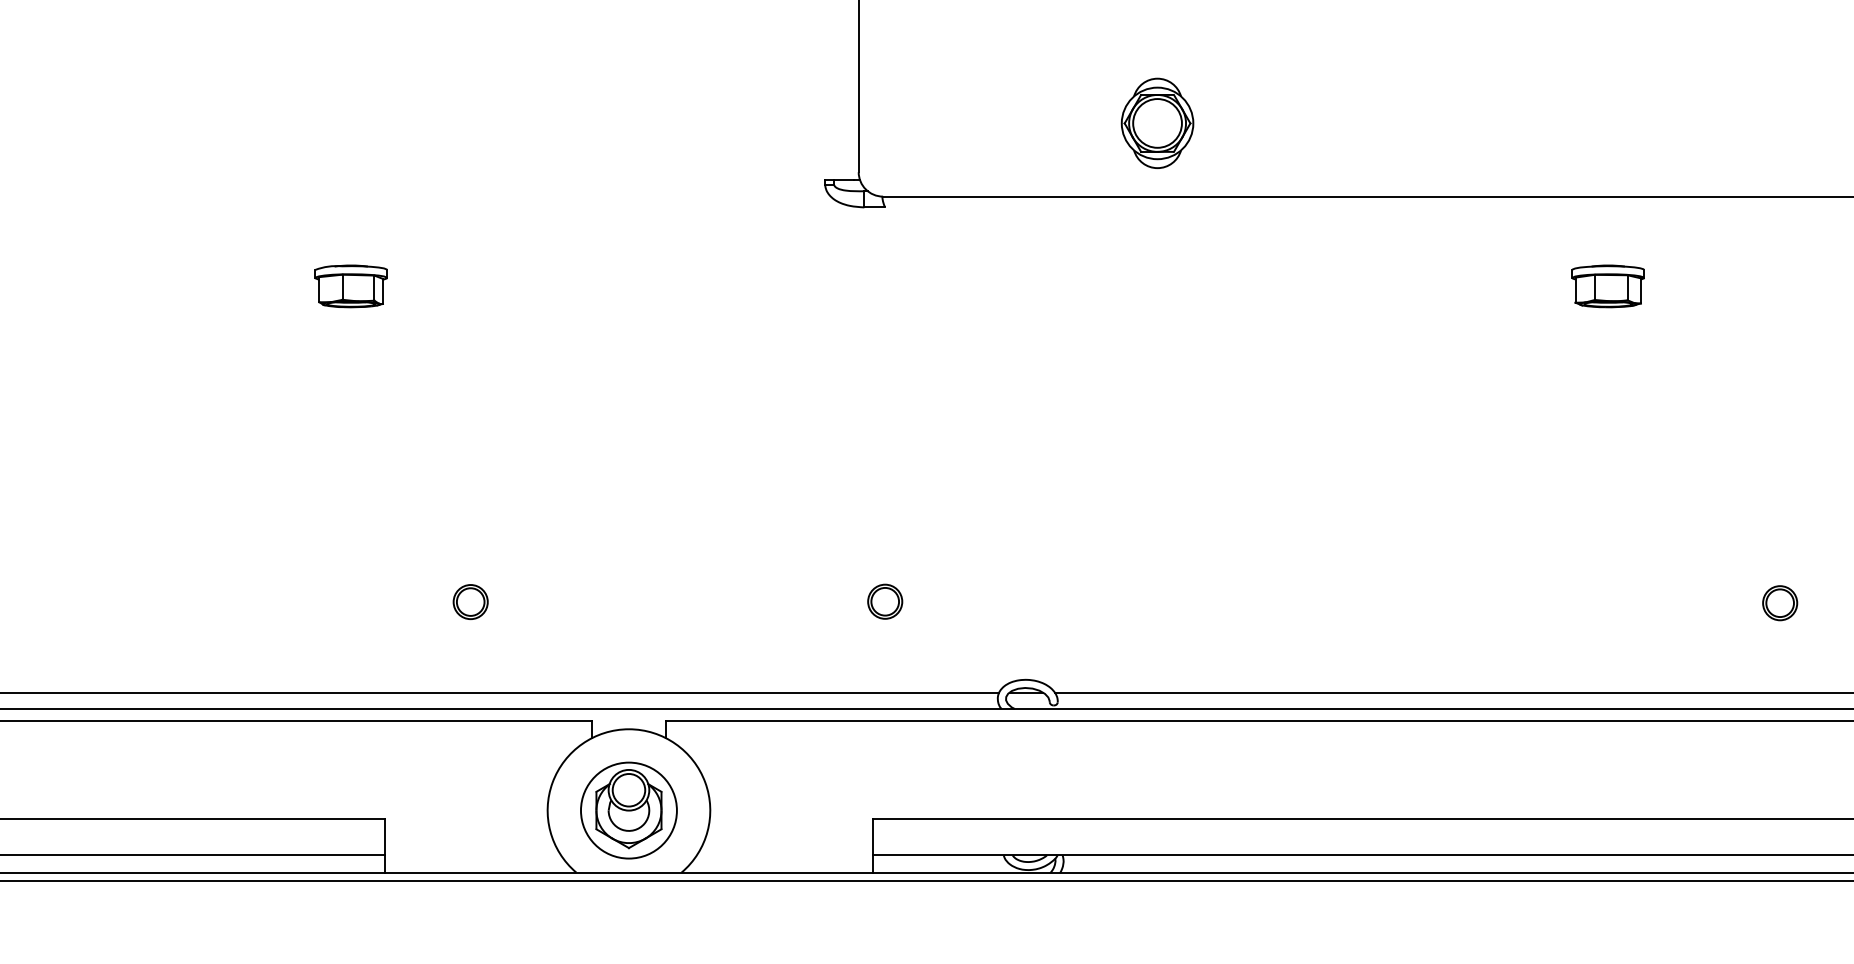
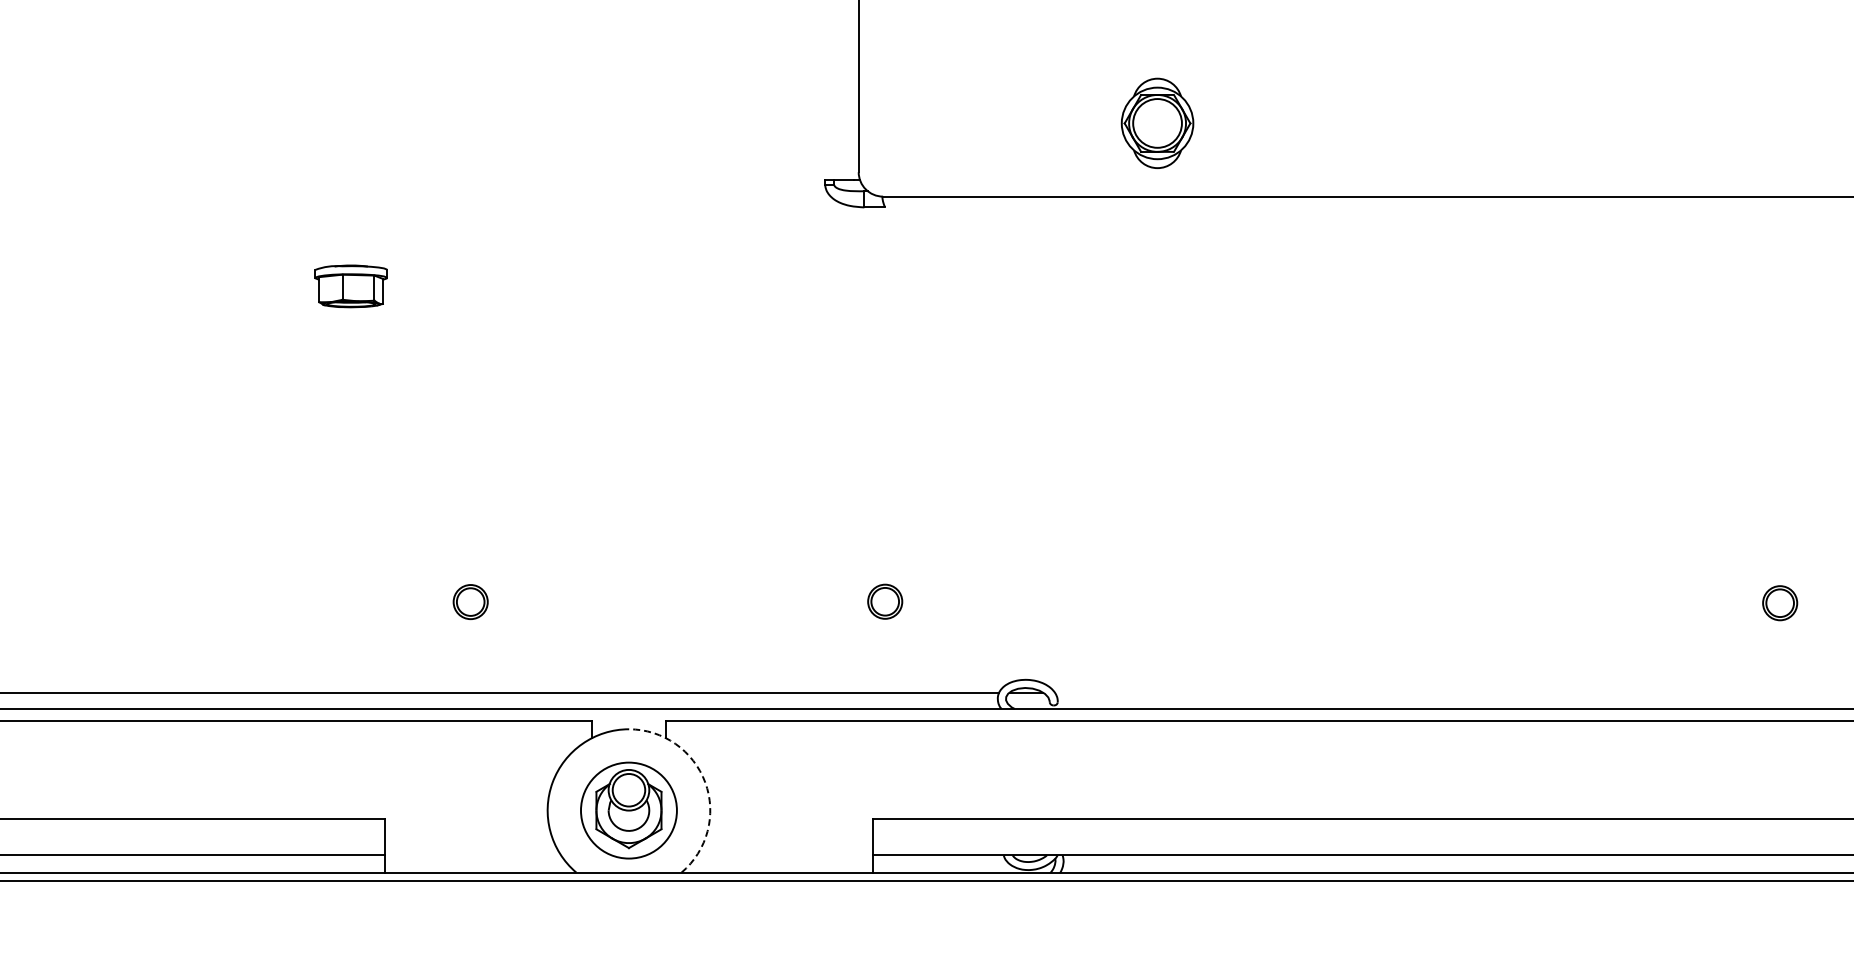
part at (1607, 286): present -> none
line at (1452, 692): present -> none
arc at (705, 782): solid -> dashed
